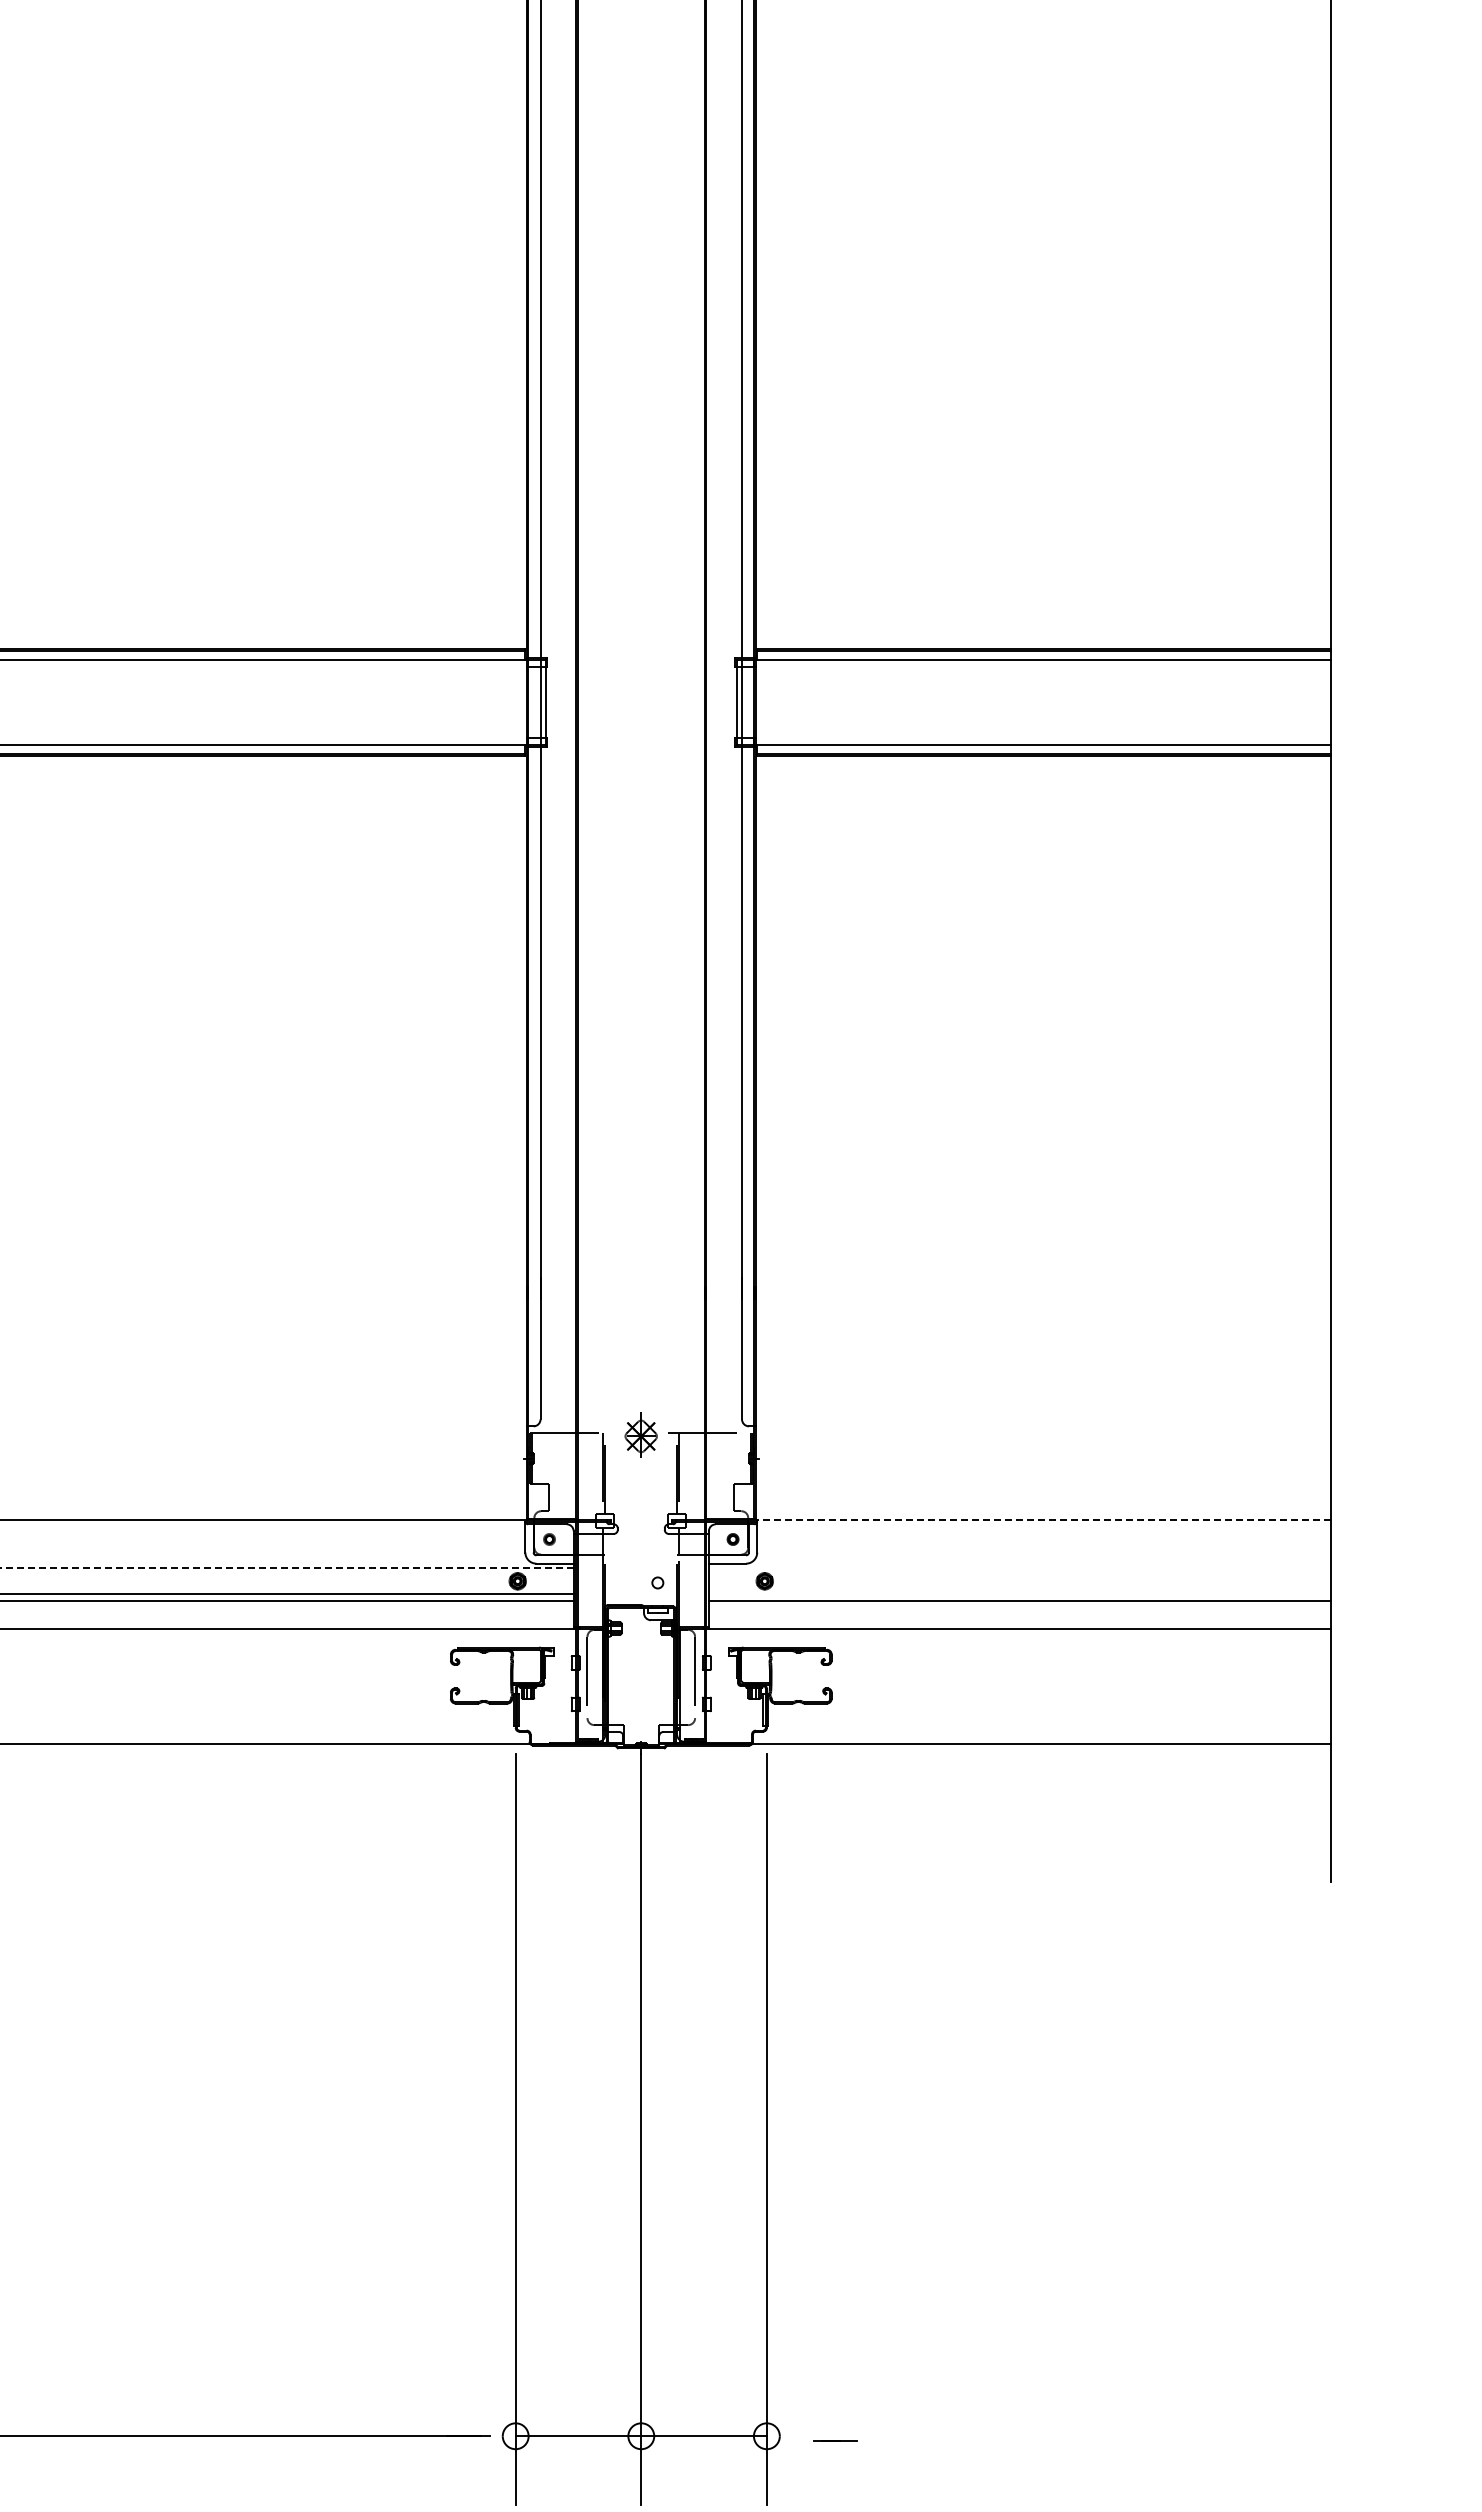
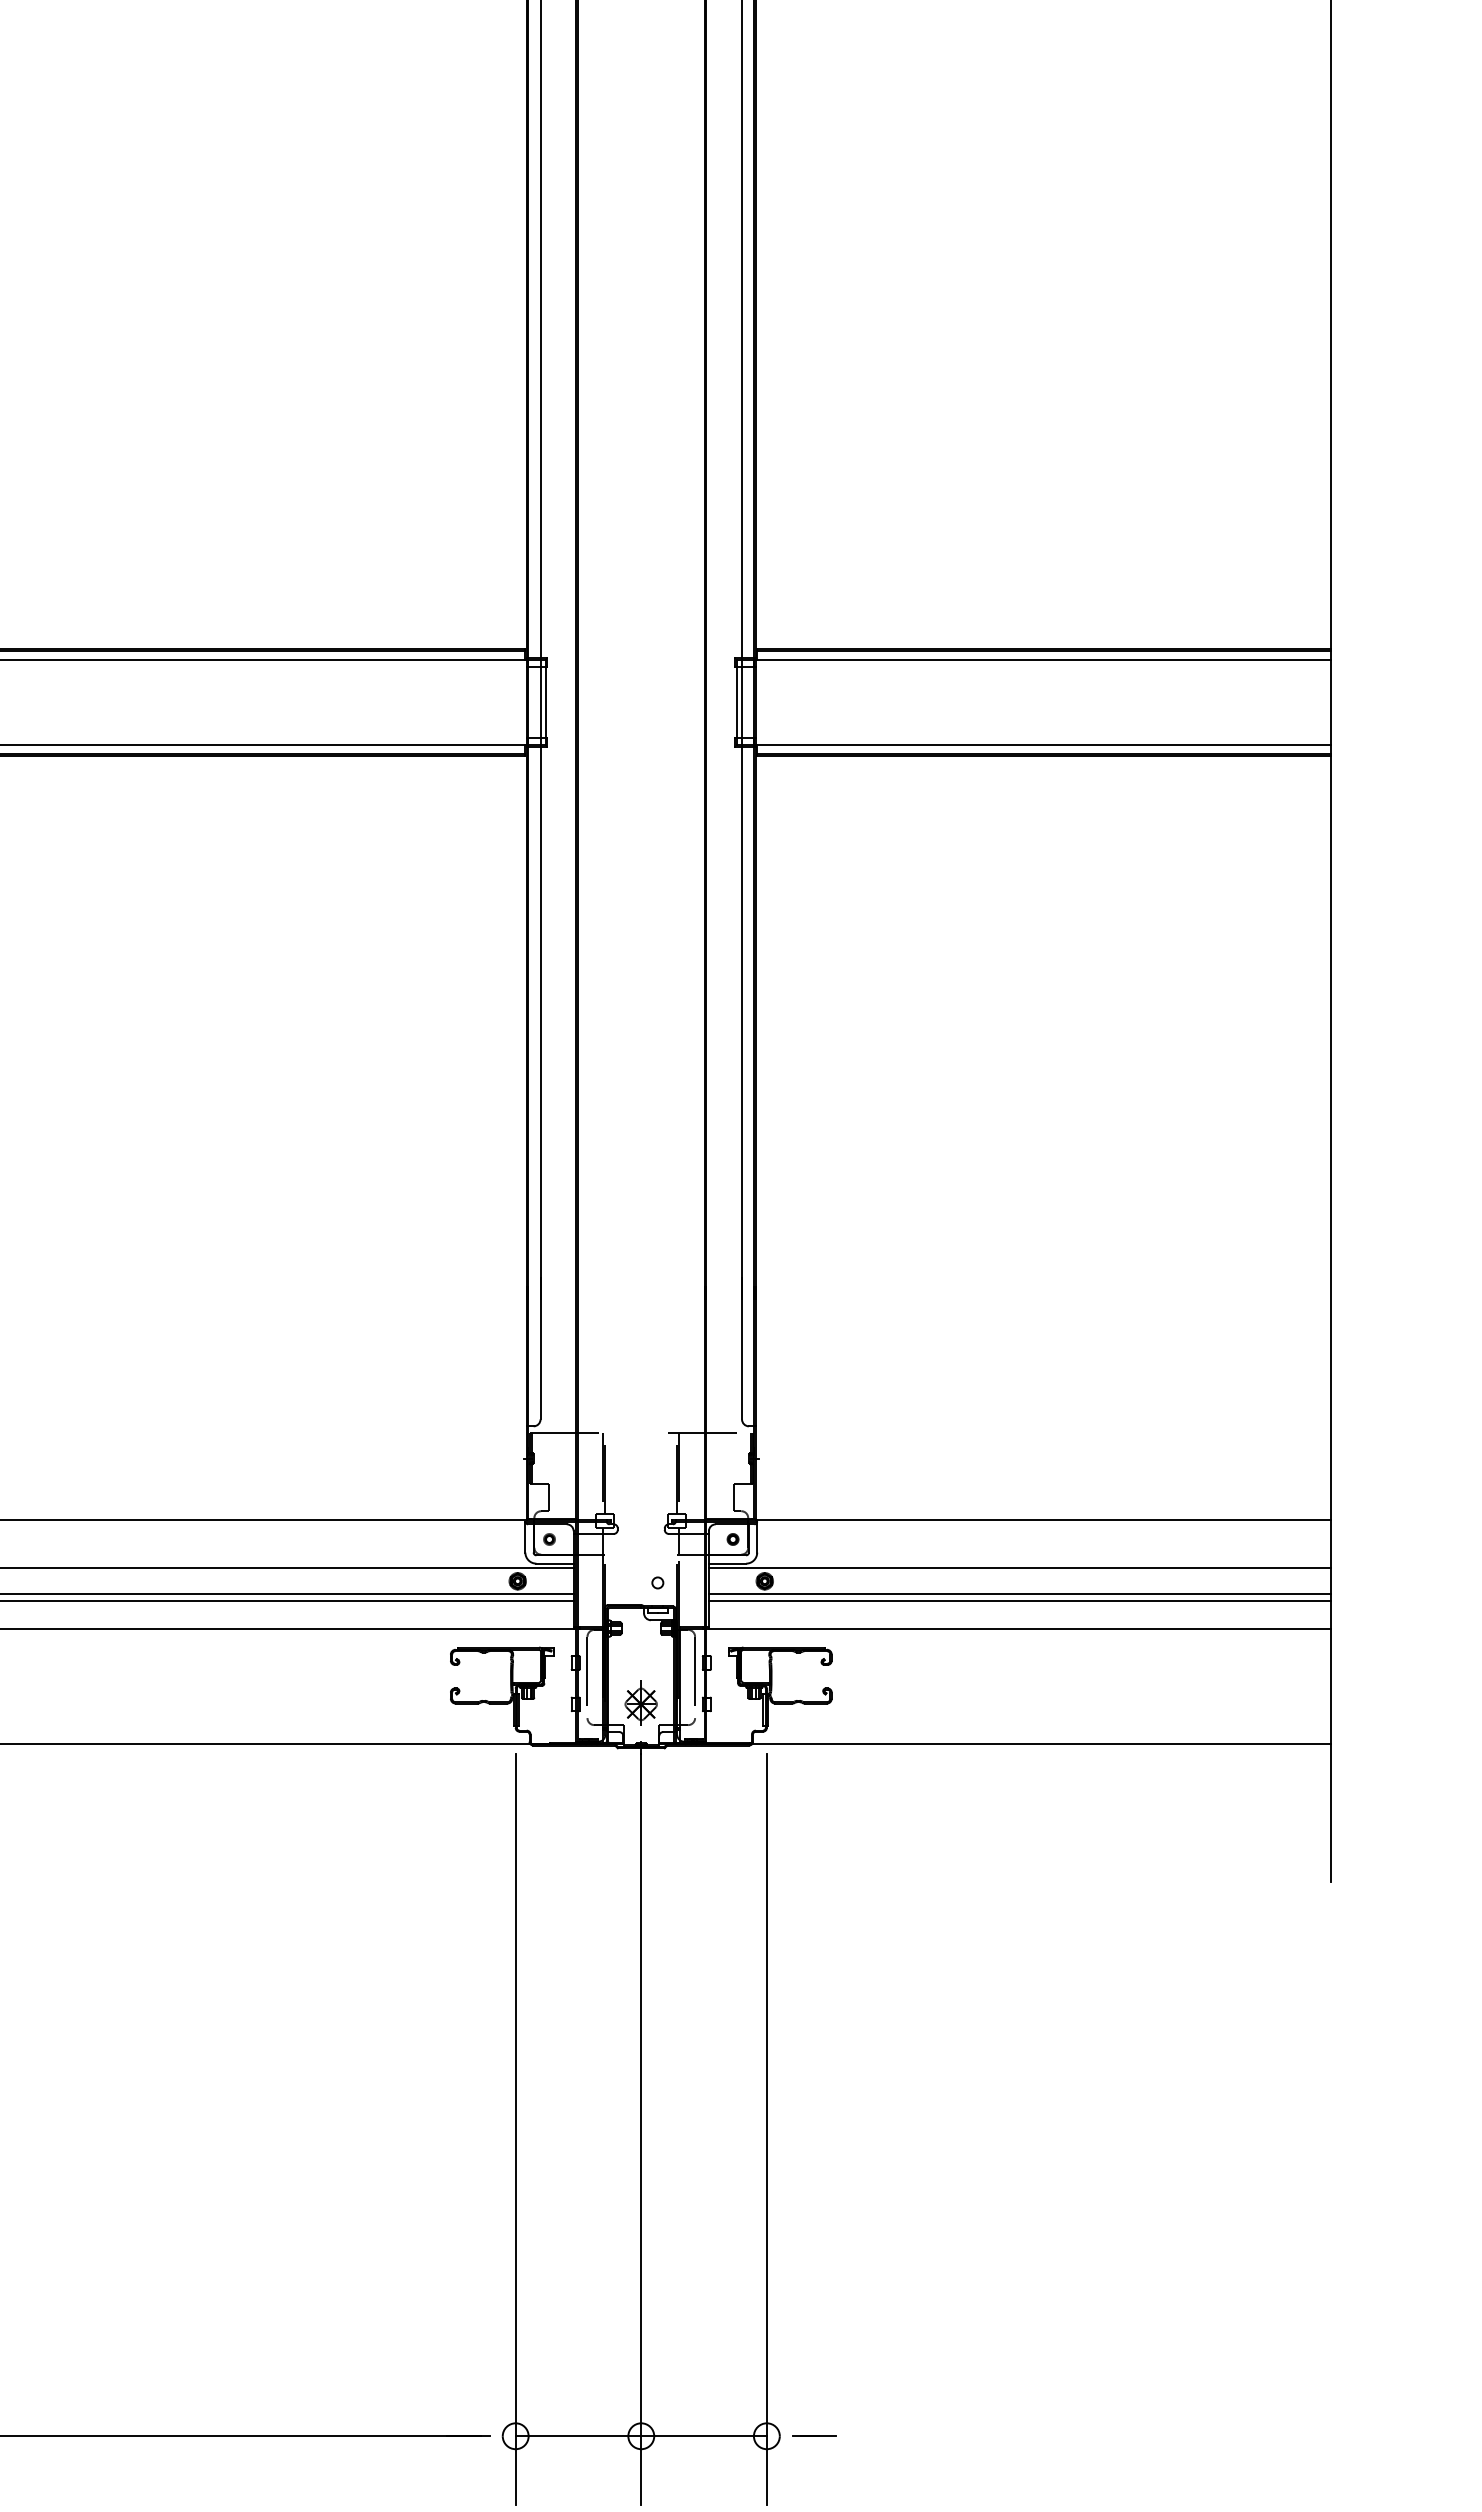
part at (640, 1434) position: (640, 1434) -> (640, 1702)
line at (1043, 1520): dashed -> solid
line at (286, 1568): dashed -> solid
line at (1019, 1568): none -> present
line at (1019, 1594): none -> present
line at (835, 2440) position: (835, 2440) -> (814, 2435)
